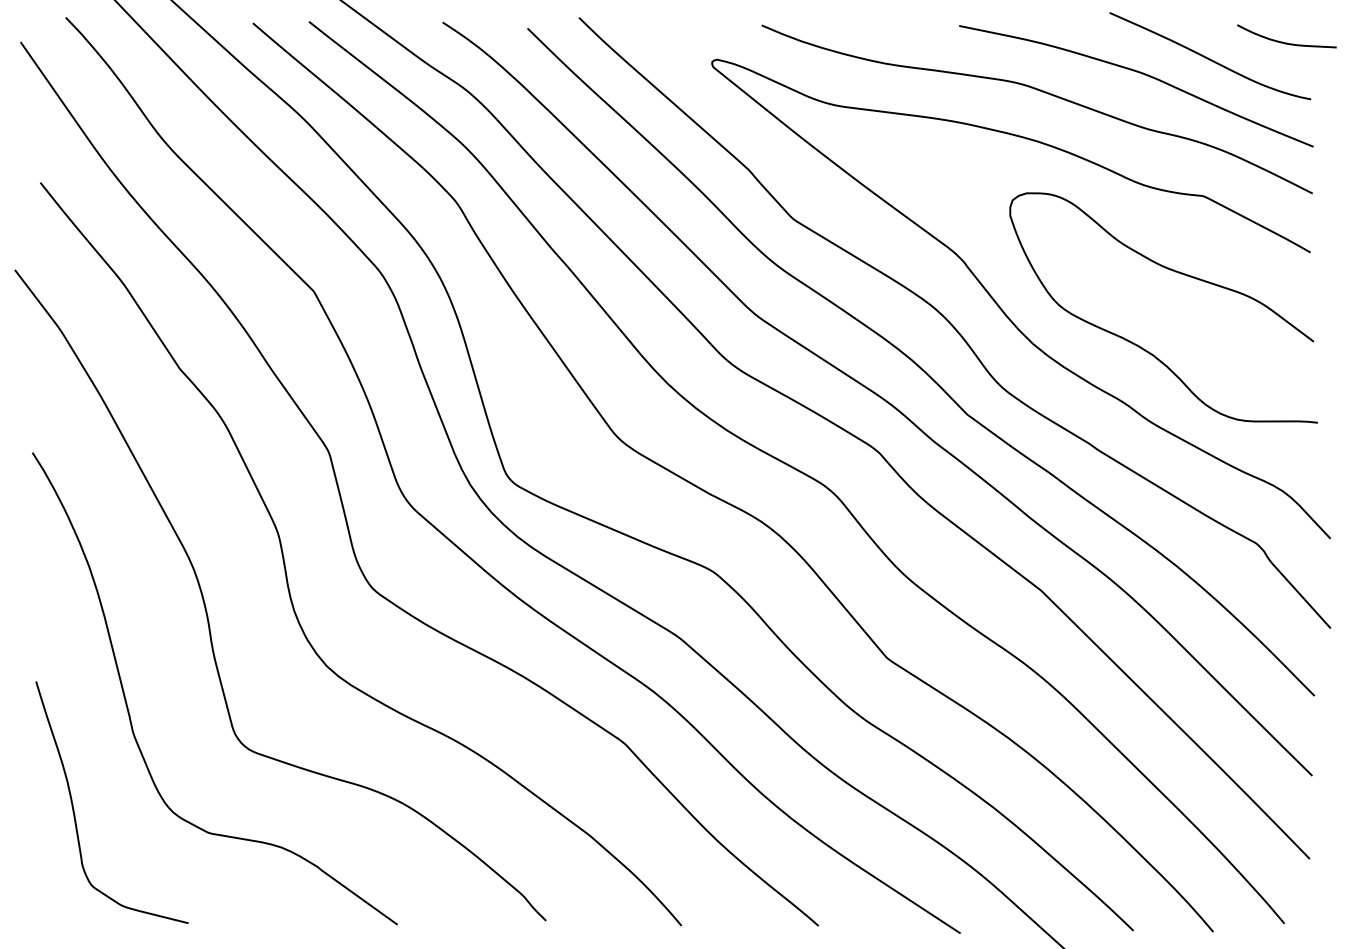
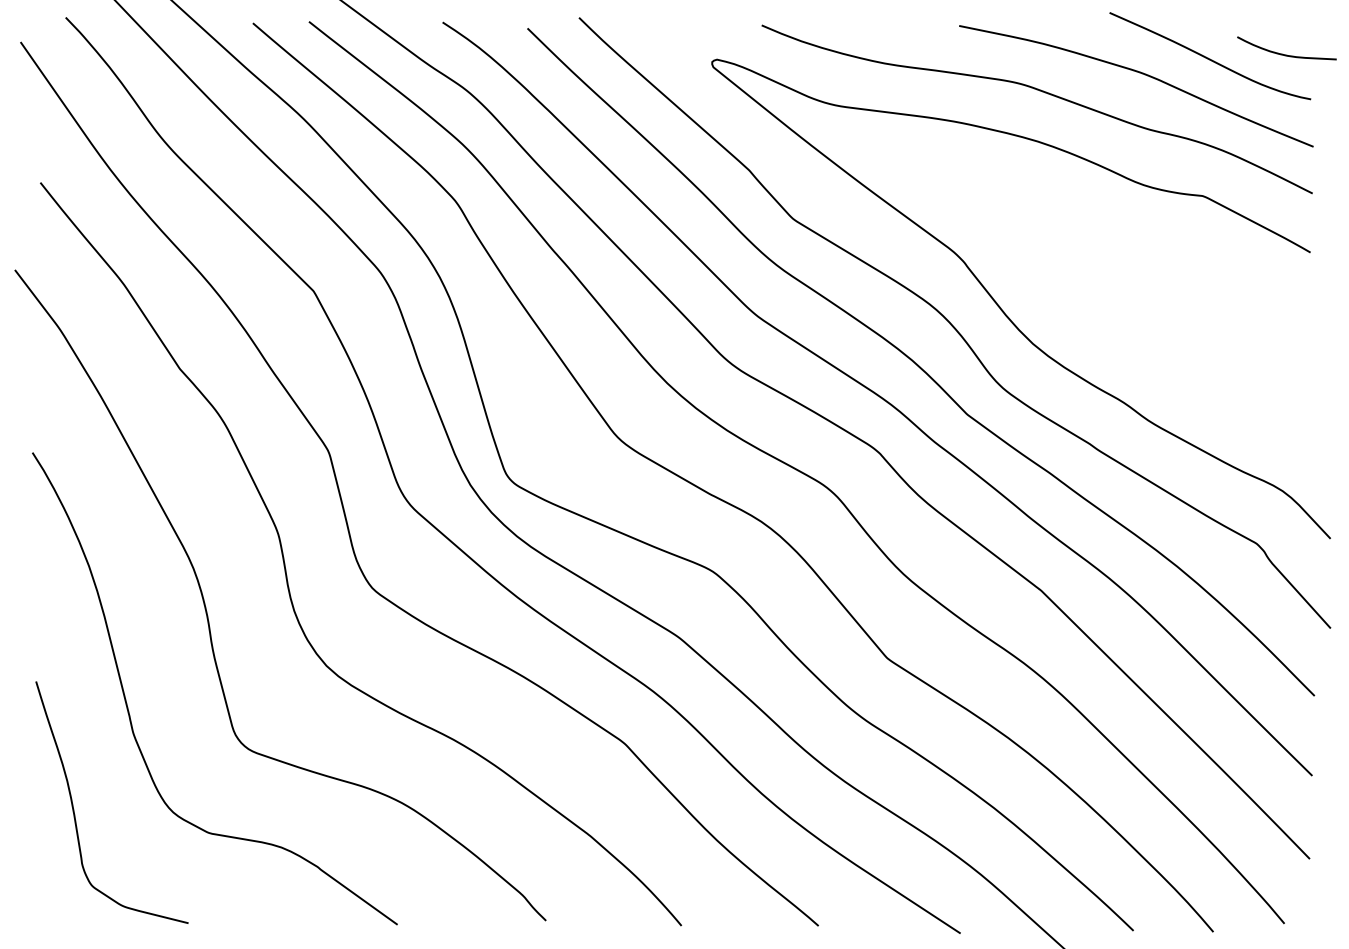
curve at (1286, 42) position: (1286, 42) -> (1286, 54)
curve at (1175, 272): present -> none
